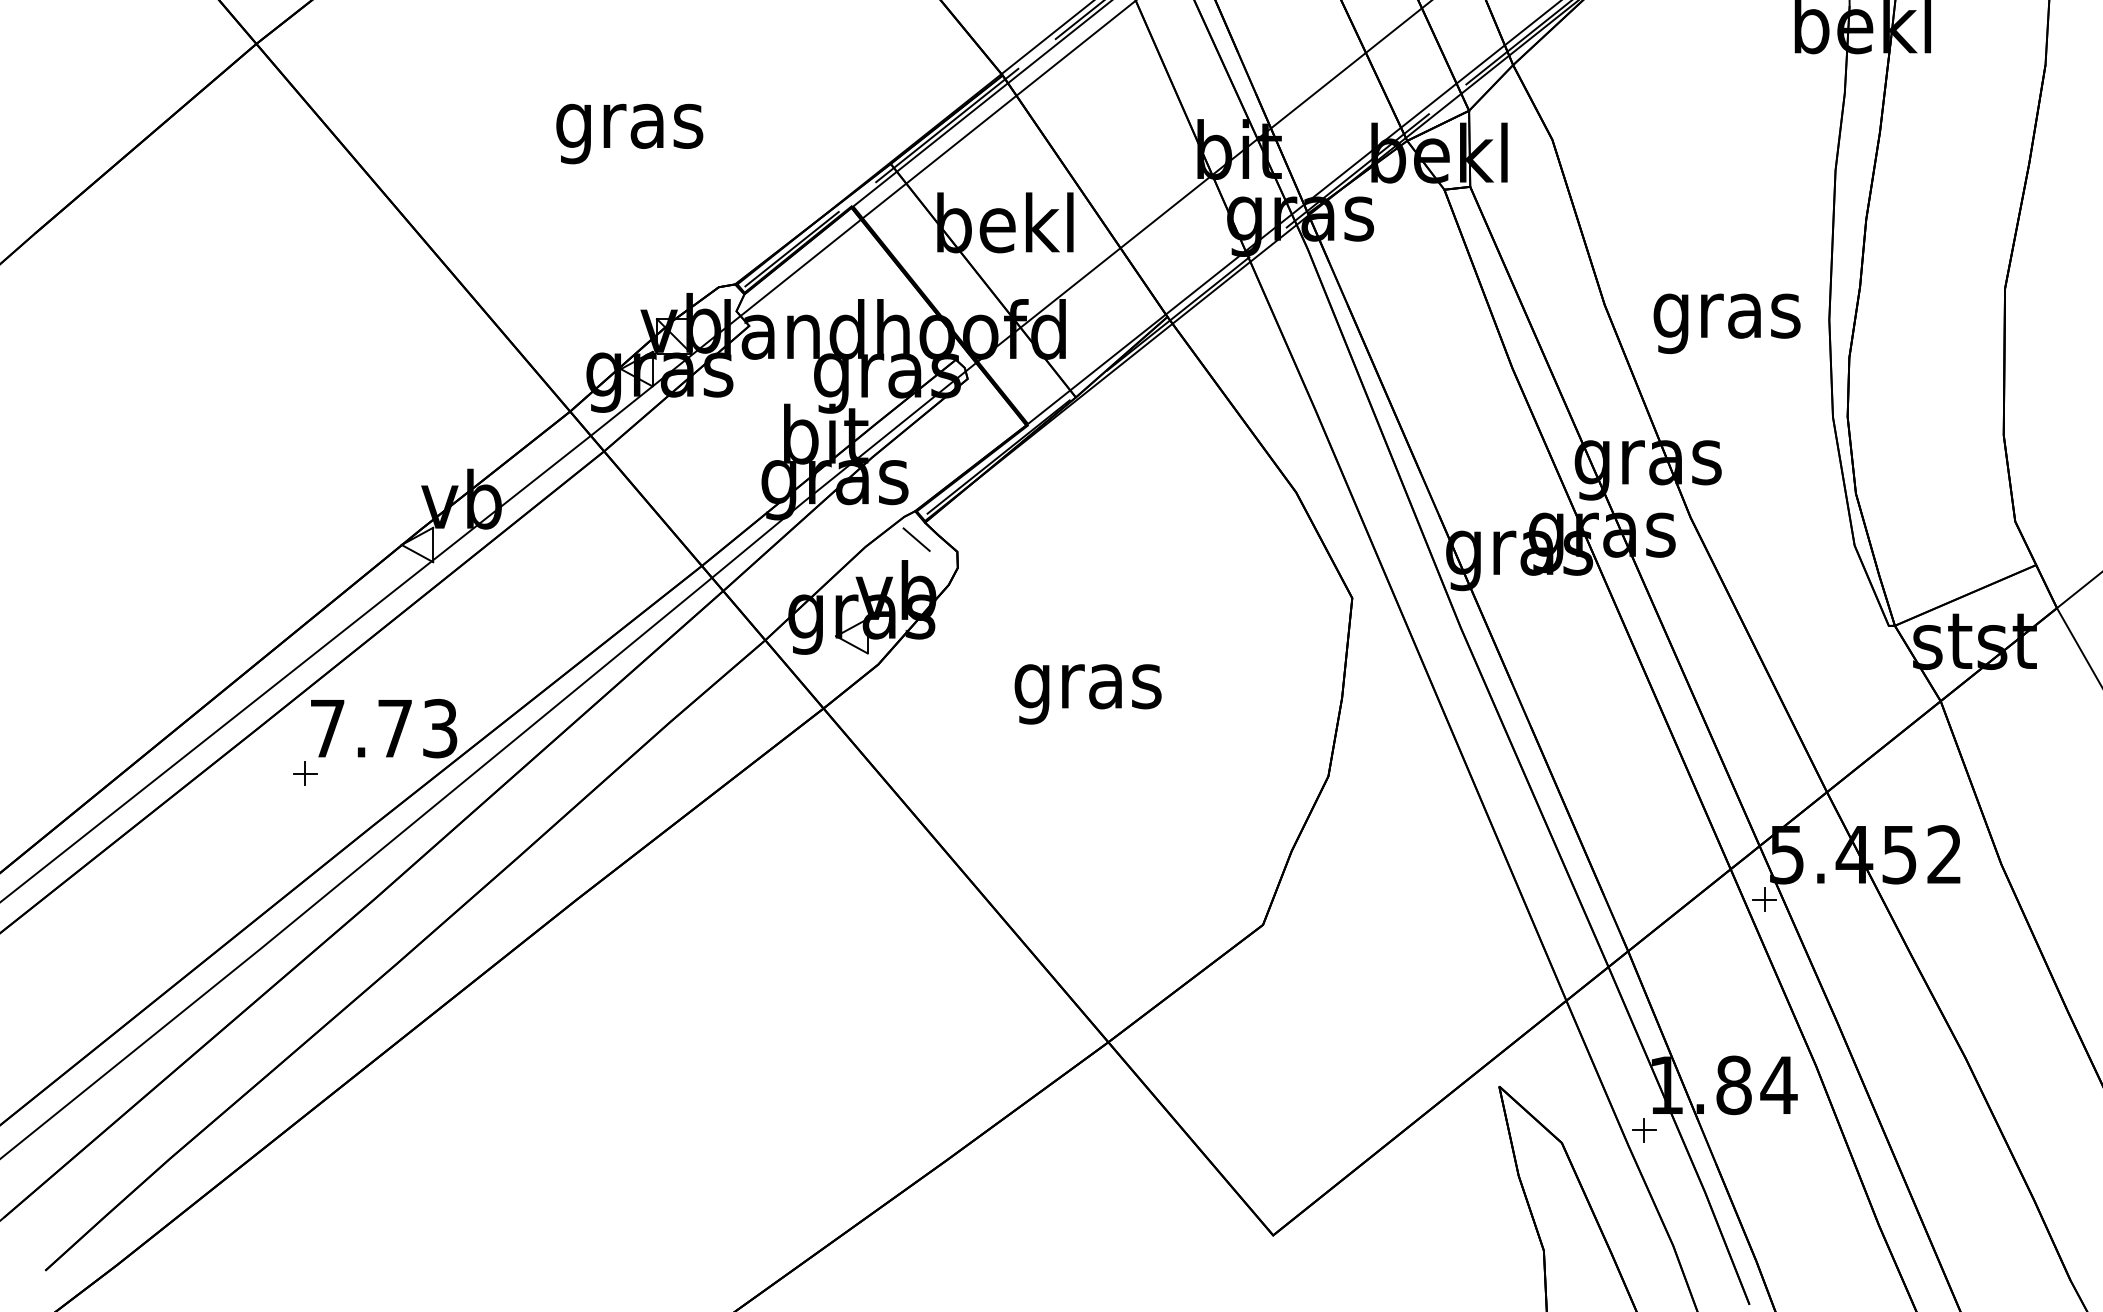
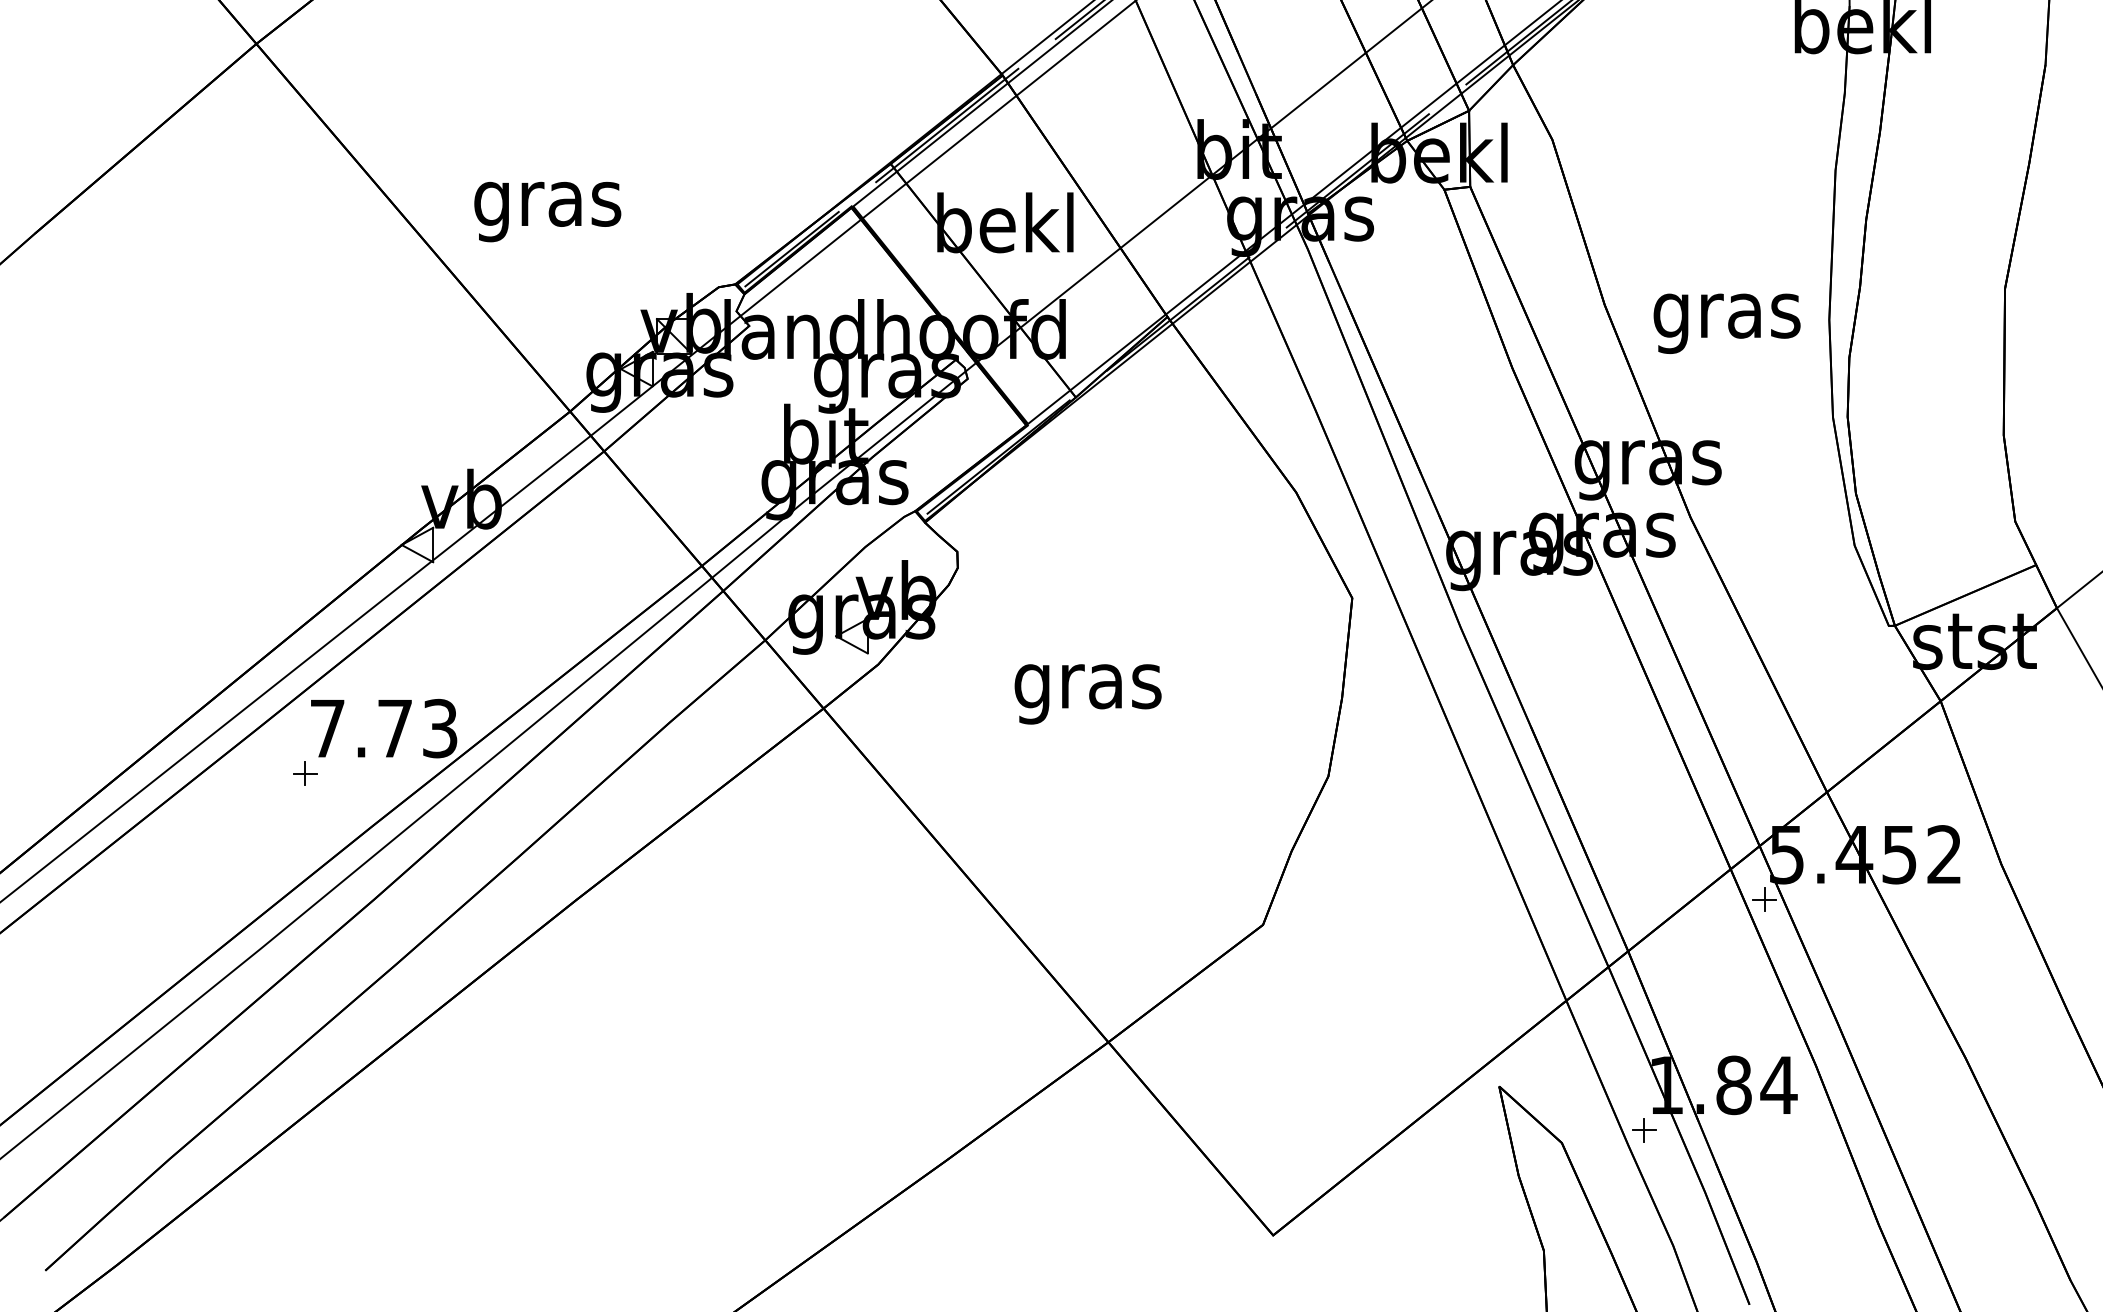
text at (629, 133) position: (629, 133) -> (547, 211)
line at (916, 539): present -> none
